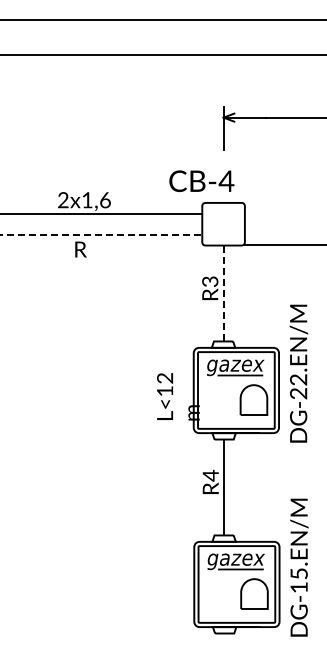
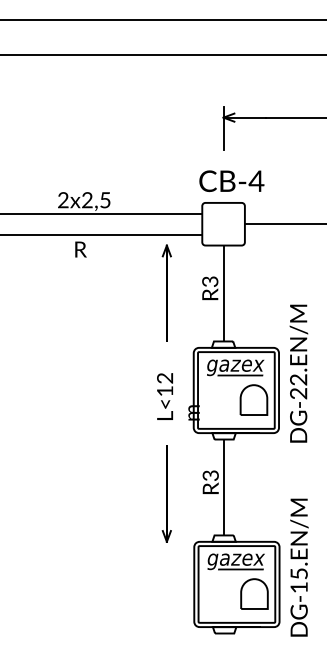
text at (201, 180) position: (201, 180) -> (231, 180)
text at (96, 200): 2x1,6 -> 2x2,5
line at (101, 234): dashed -> solid
line at (283, 245) position: (283, 245) -> (283, 224)
part at (166, 292): none -> present
line at (223, 293): dashed -> solid
text at (210, 475): R4 -> R3
part at (166, 493): none -> present
